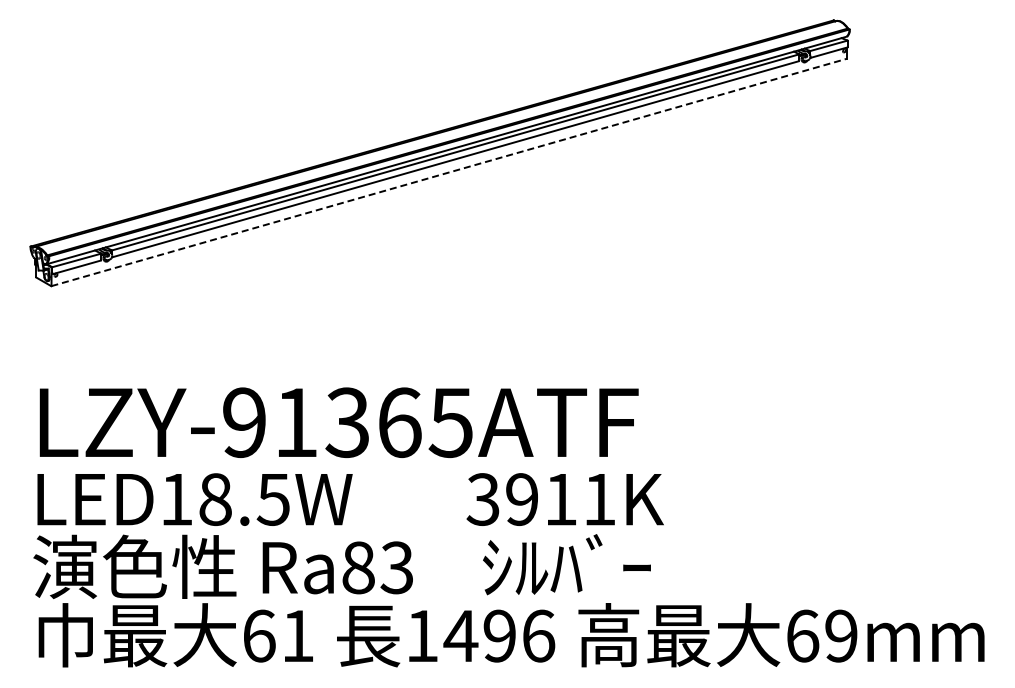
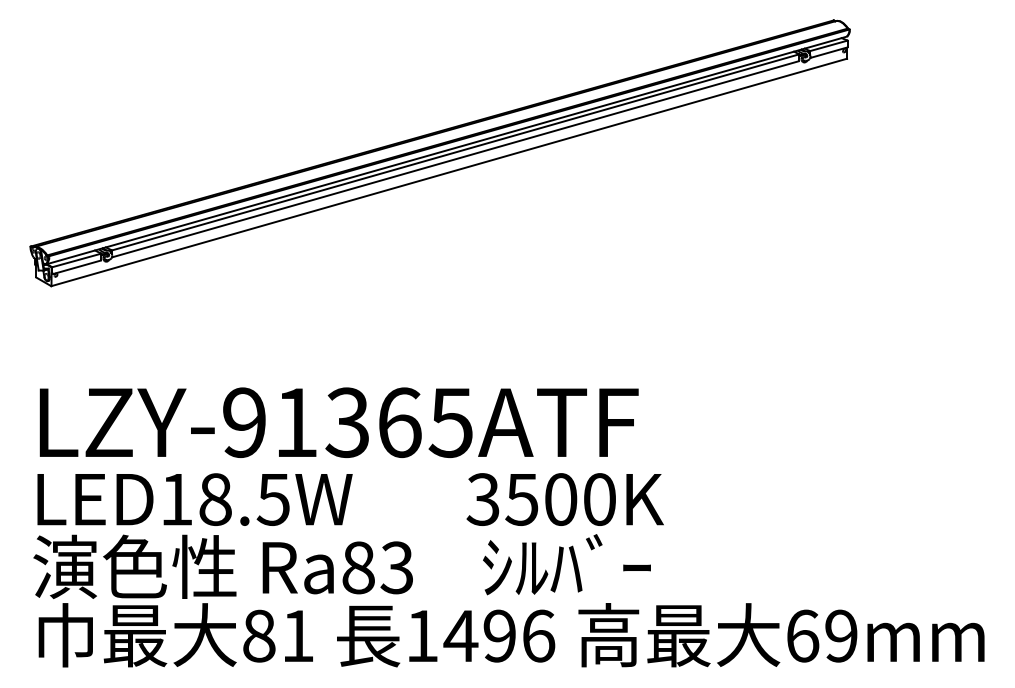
line at (449, 172): dashed -> solid
text at (560, 499): 3911K -> 3500K
text at (259, 635): 61 -> 81
